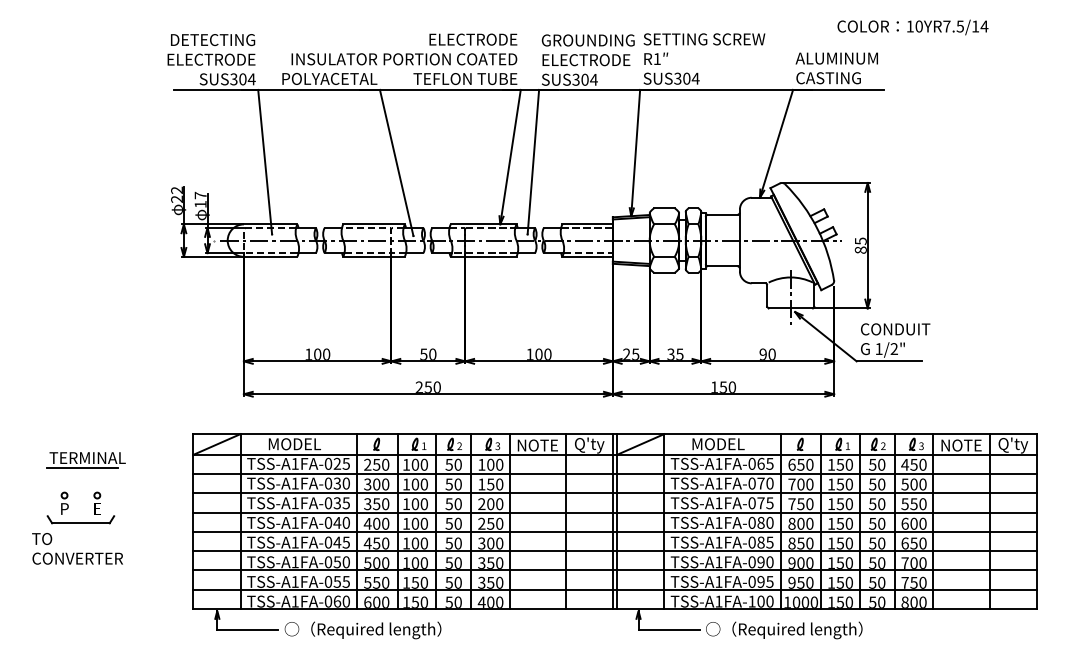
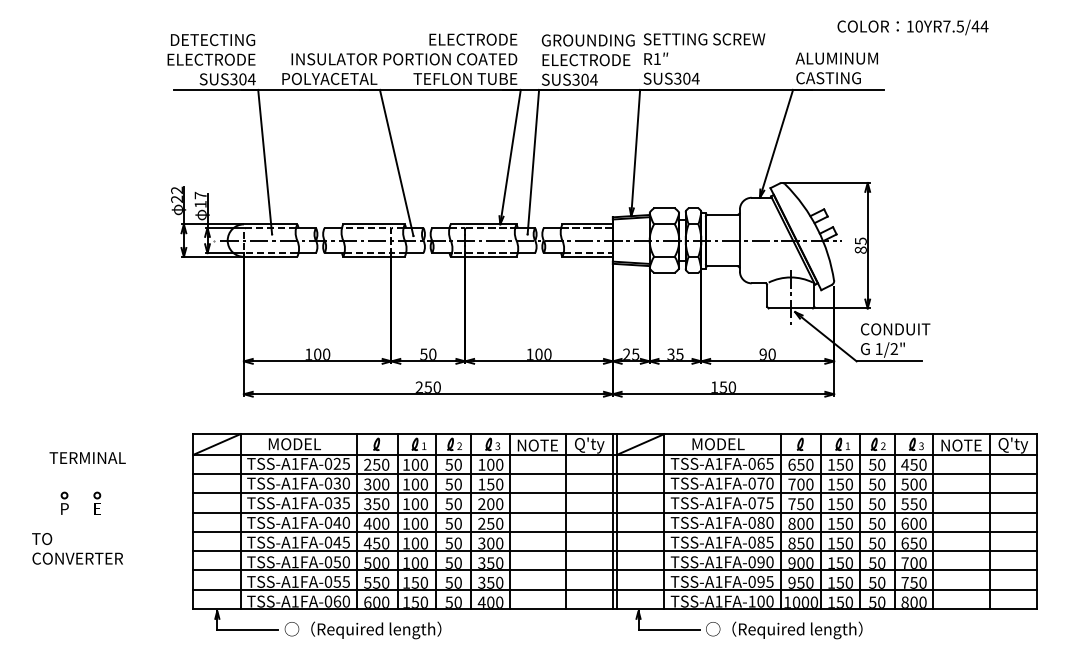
text at (975, 26): 10YR7.5/14 -> 10YR7.5/44
line at (81, 467): present -> none
part at (80, 519): present -> none
